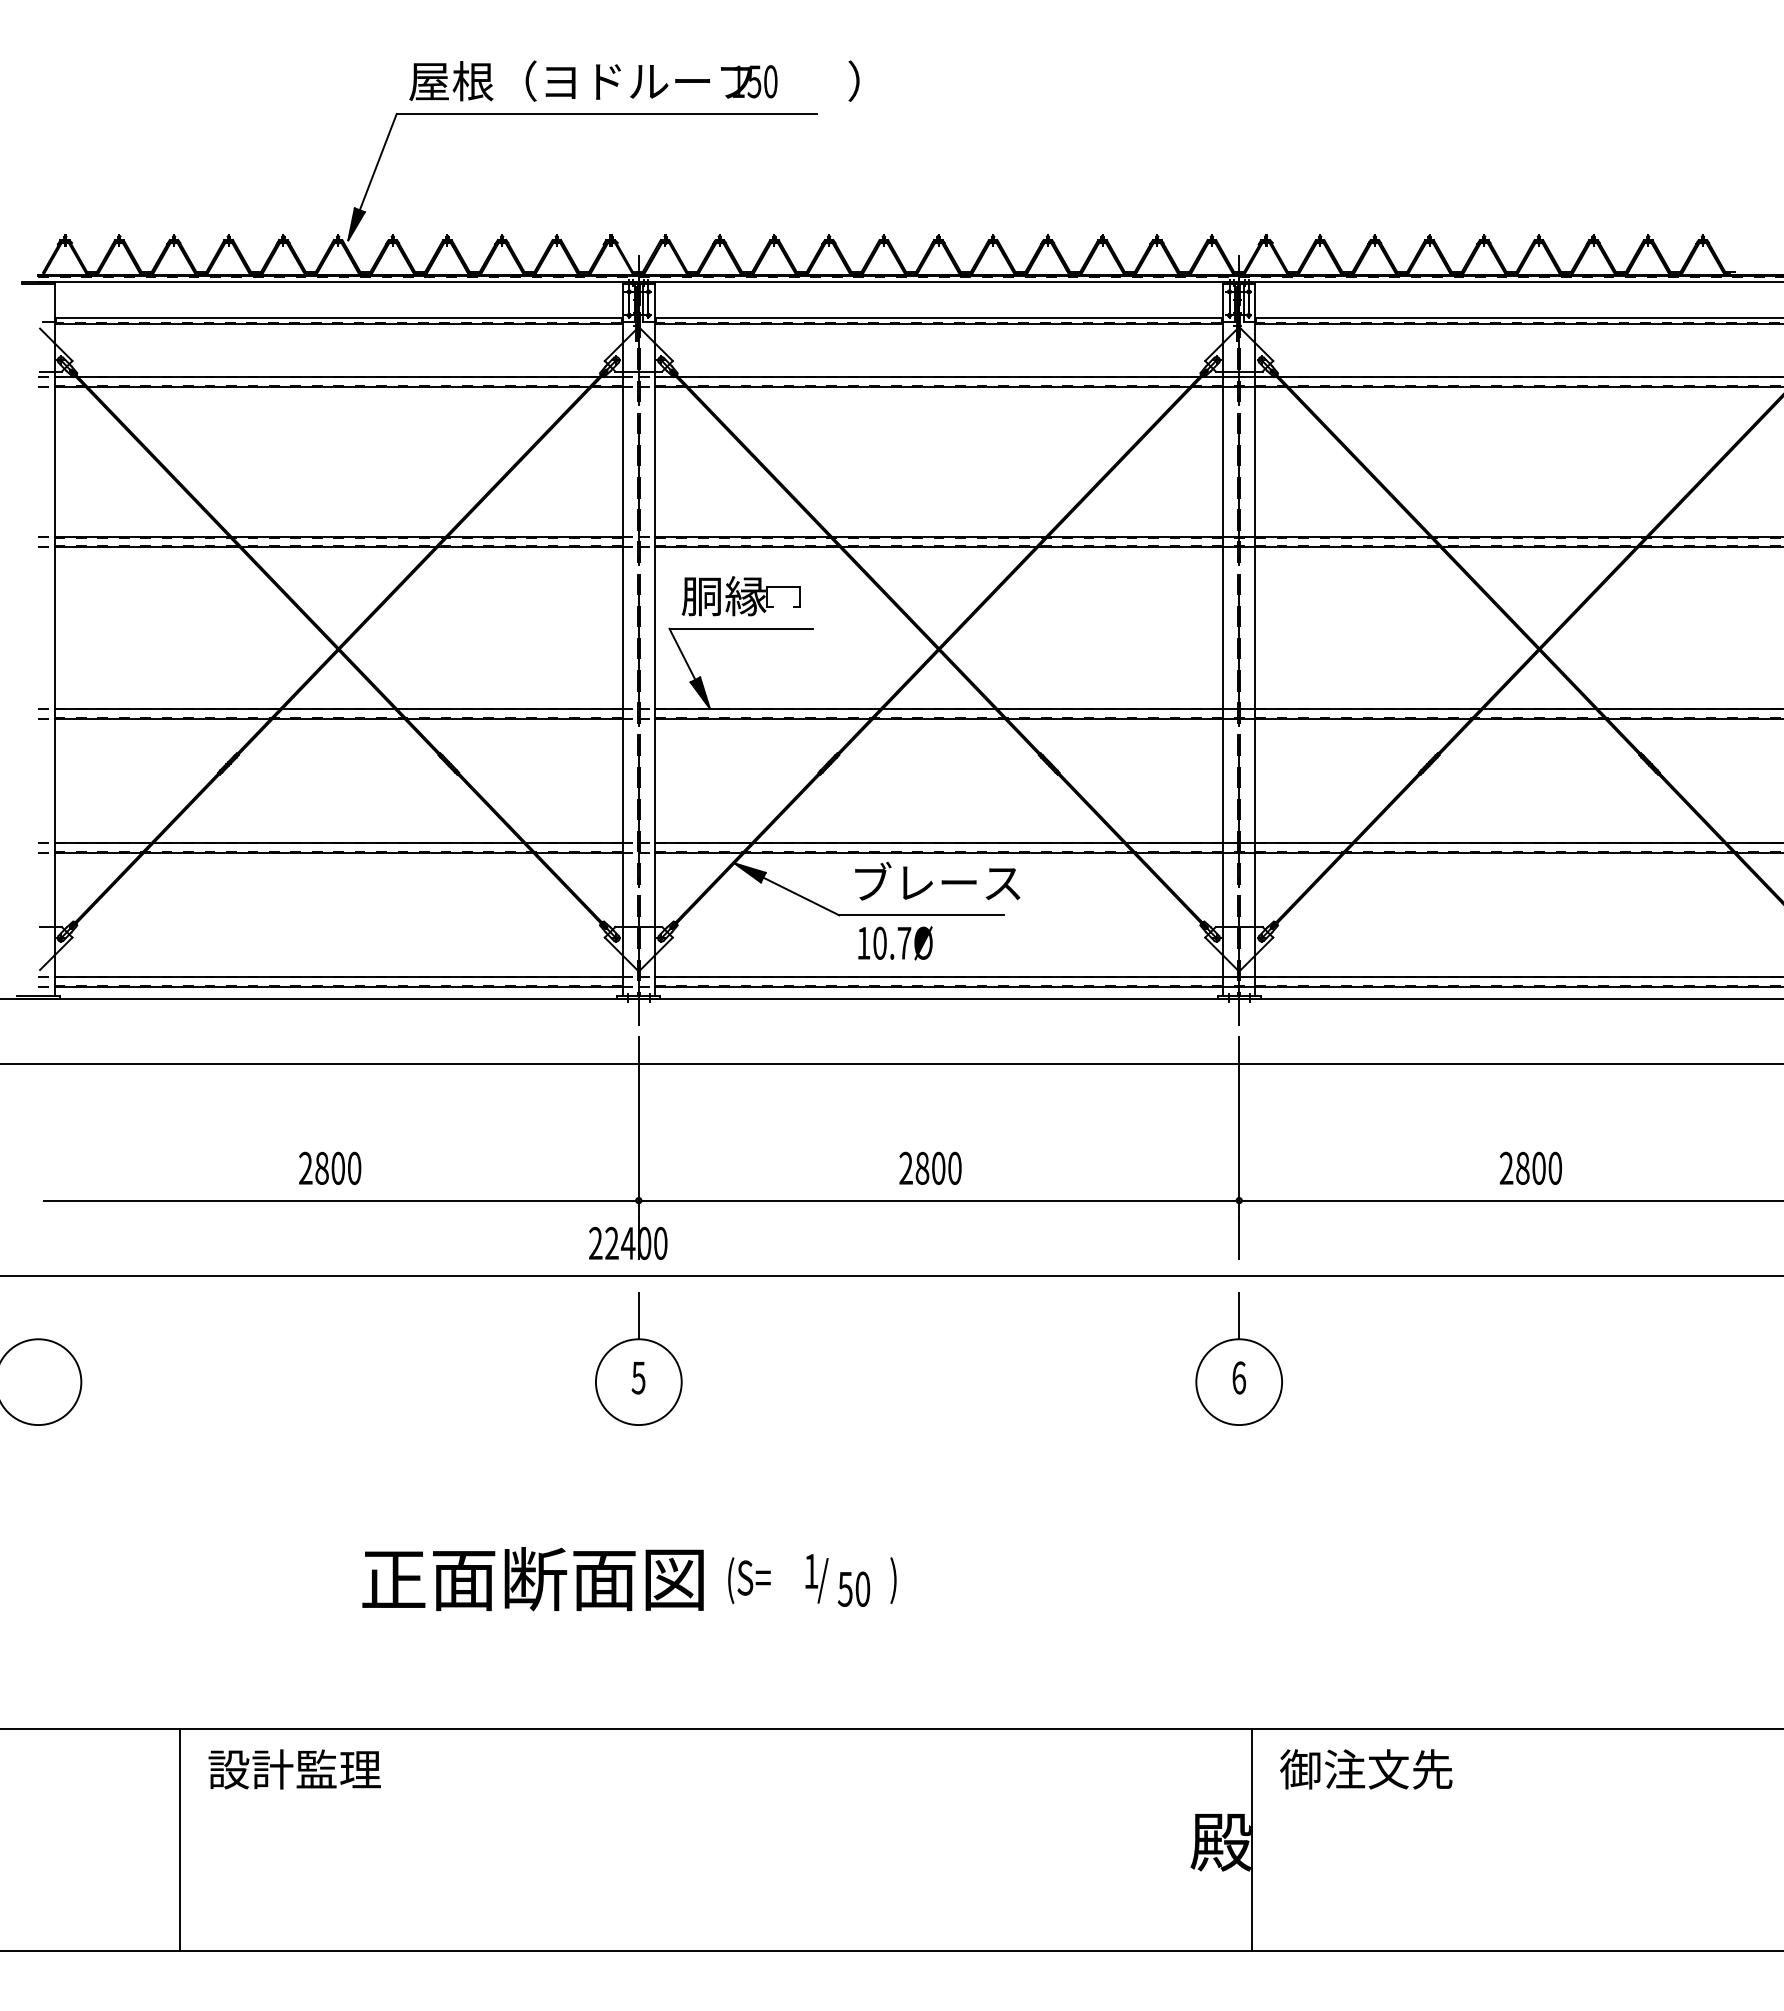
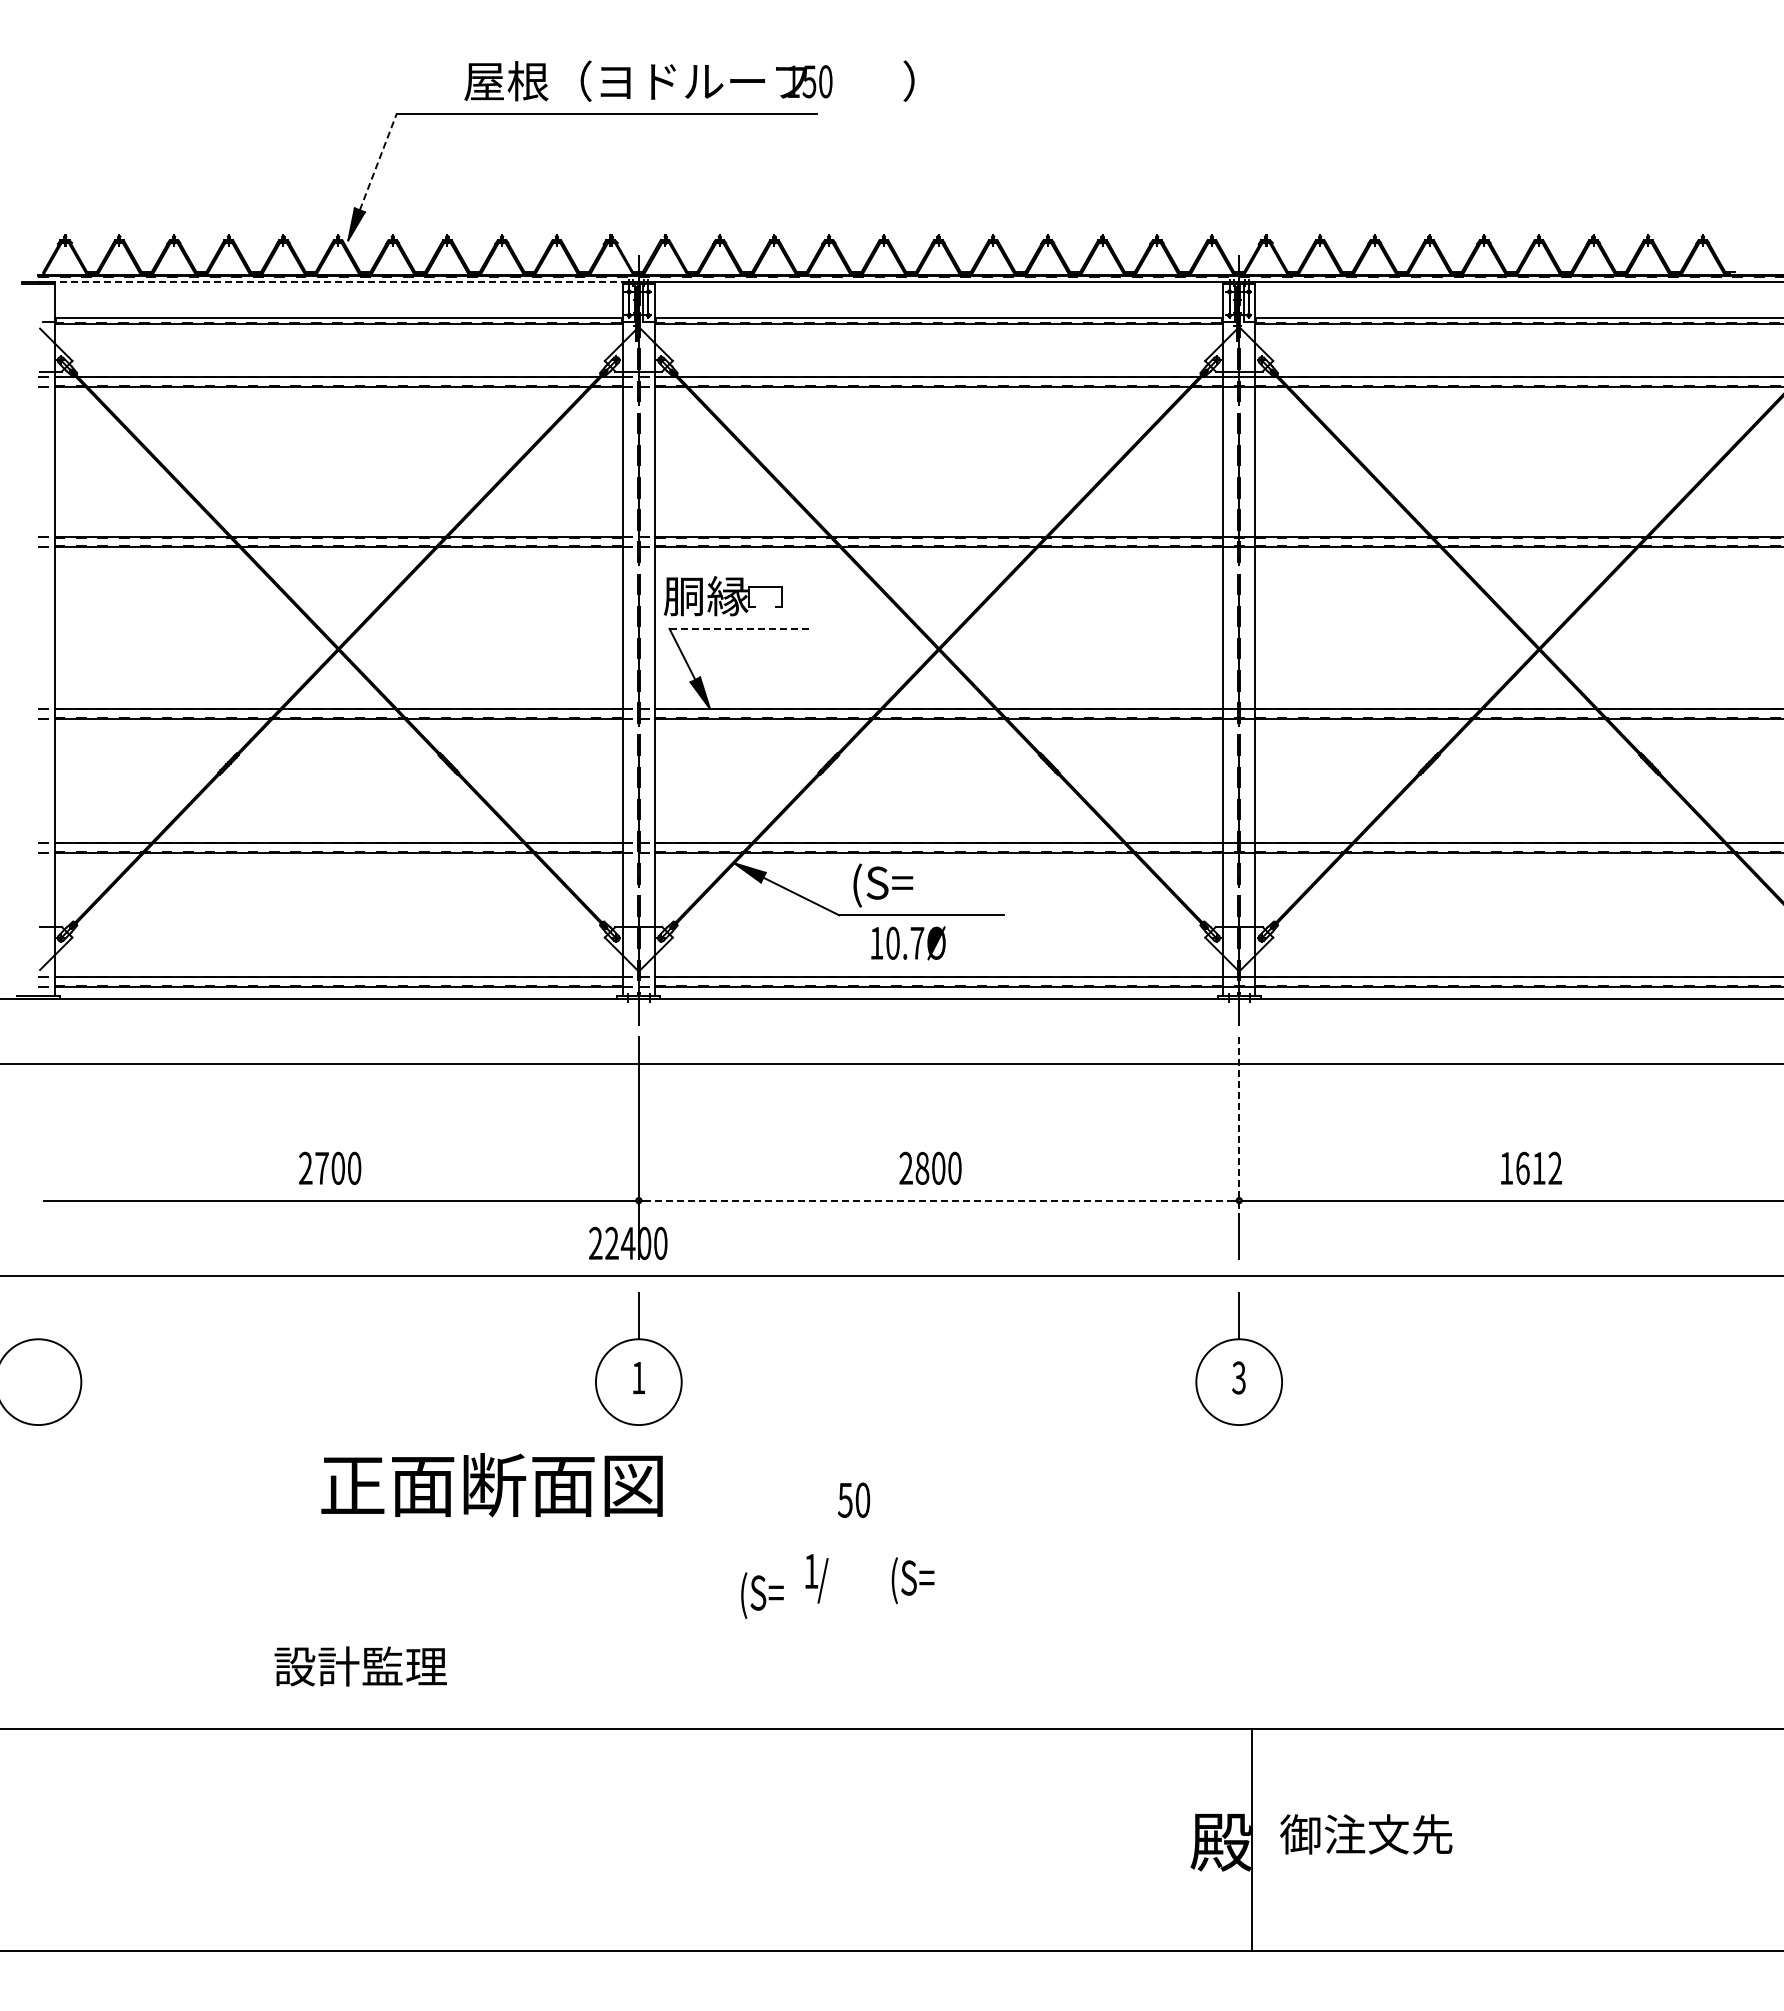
text at (634, 80) position: (634, 80) -> (689, 80)
line at (378, 162): solid -> dashed
line at (339, 281): solid -> dashed
part at (740, 596) position: (740, 596) -> (722, 596)
line at (741, 628): solid -> dashed
text at (936, 884): ブレース -> (S=
text at (895, 943) position: (895, 943) -> (908, 943)
line at (1239, 1126): solid -> dashed
text at (321, 1167): 2800 -> 2700
text at (1530, 1167): 2800 -> 1612
line at (939, 1200): solid -> dashed
text at (1238, 1377): 6 -> 3
text at (638, 1378): 5 -> 1
text at (532, 1579) position: (532, 1579) -> (491, 1485)
text at (749, 1580) position: (749, 1580) -> (762, 1595)
text at (912, 1580): ) -> (S=
text at (853, 1588) position: (853, 1588) -> (853, 1499)
text at (294, 1769) position: (294, 1769) -> (360, 1666)
text at (1366, 1769) position: (1366, 1769) -> (1366, 1834)
line at (180, 1839): present -> none
